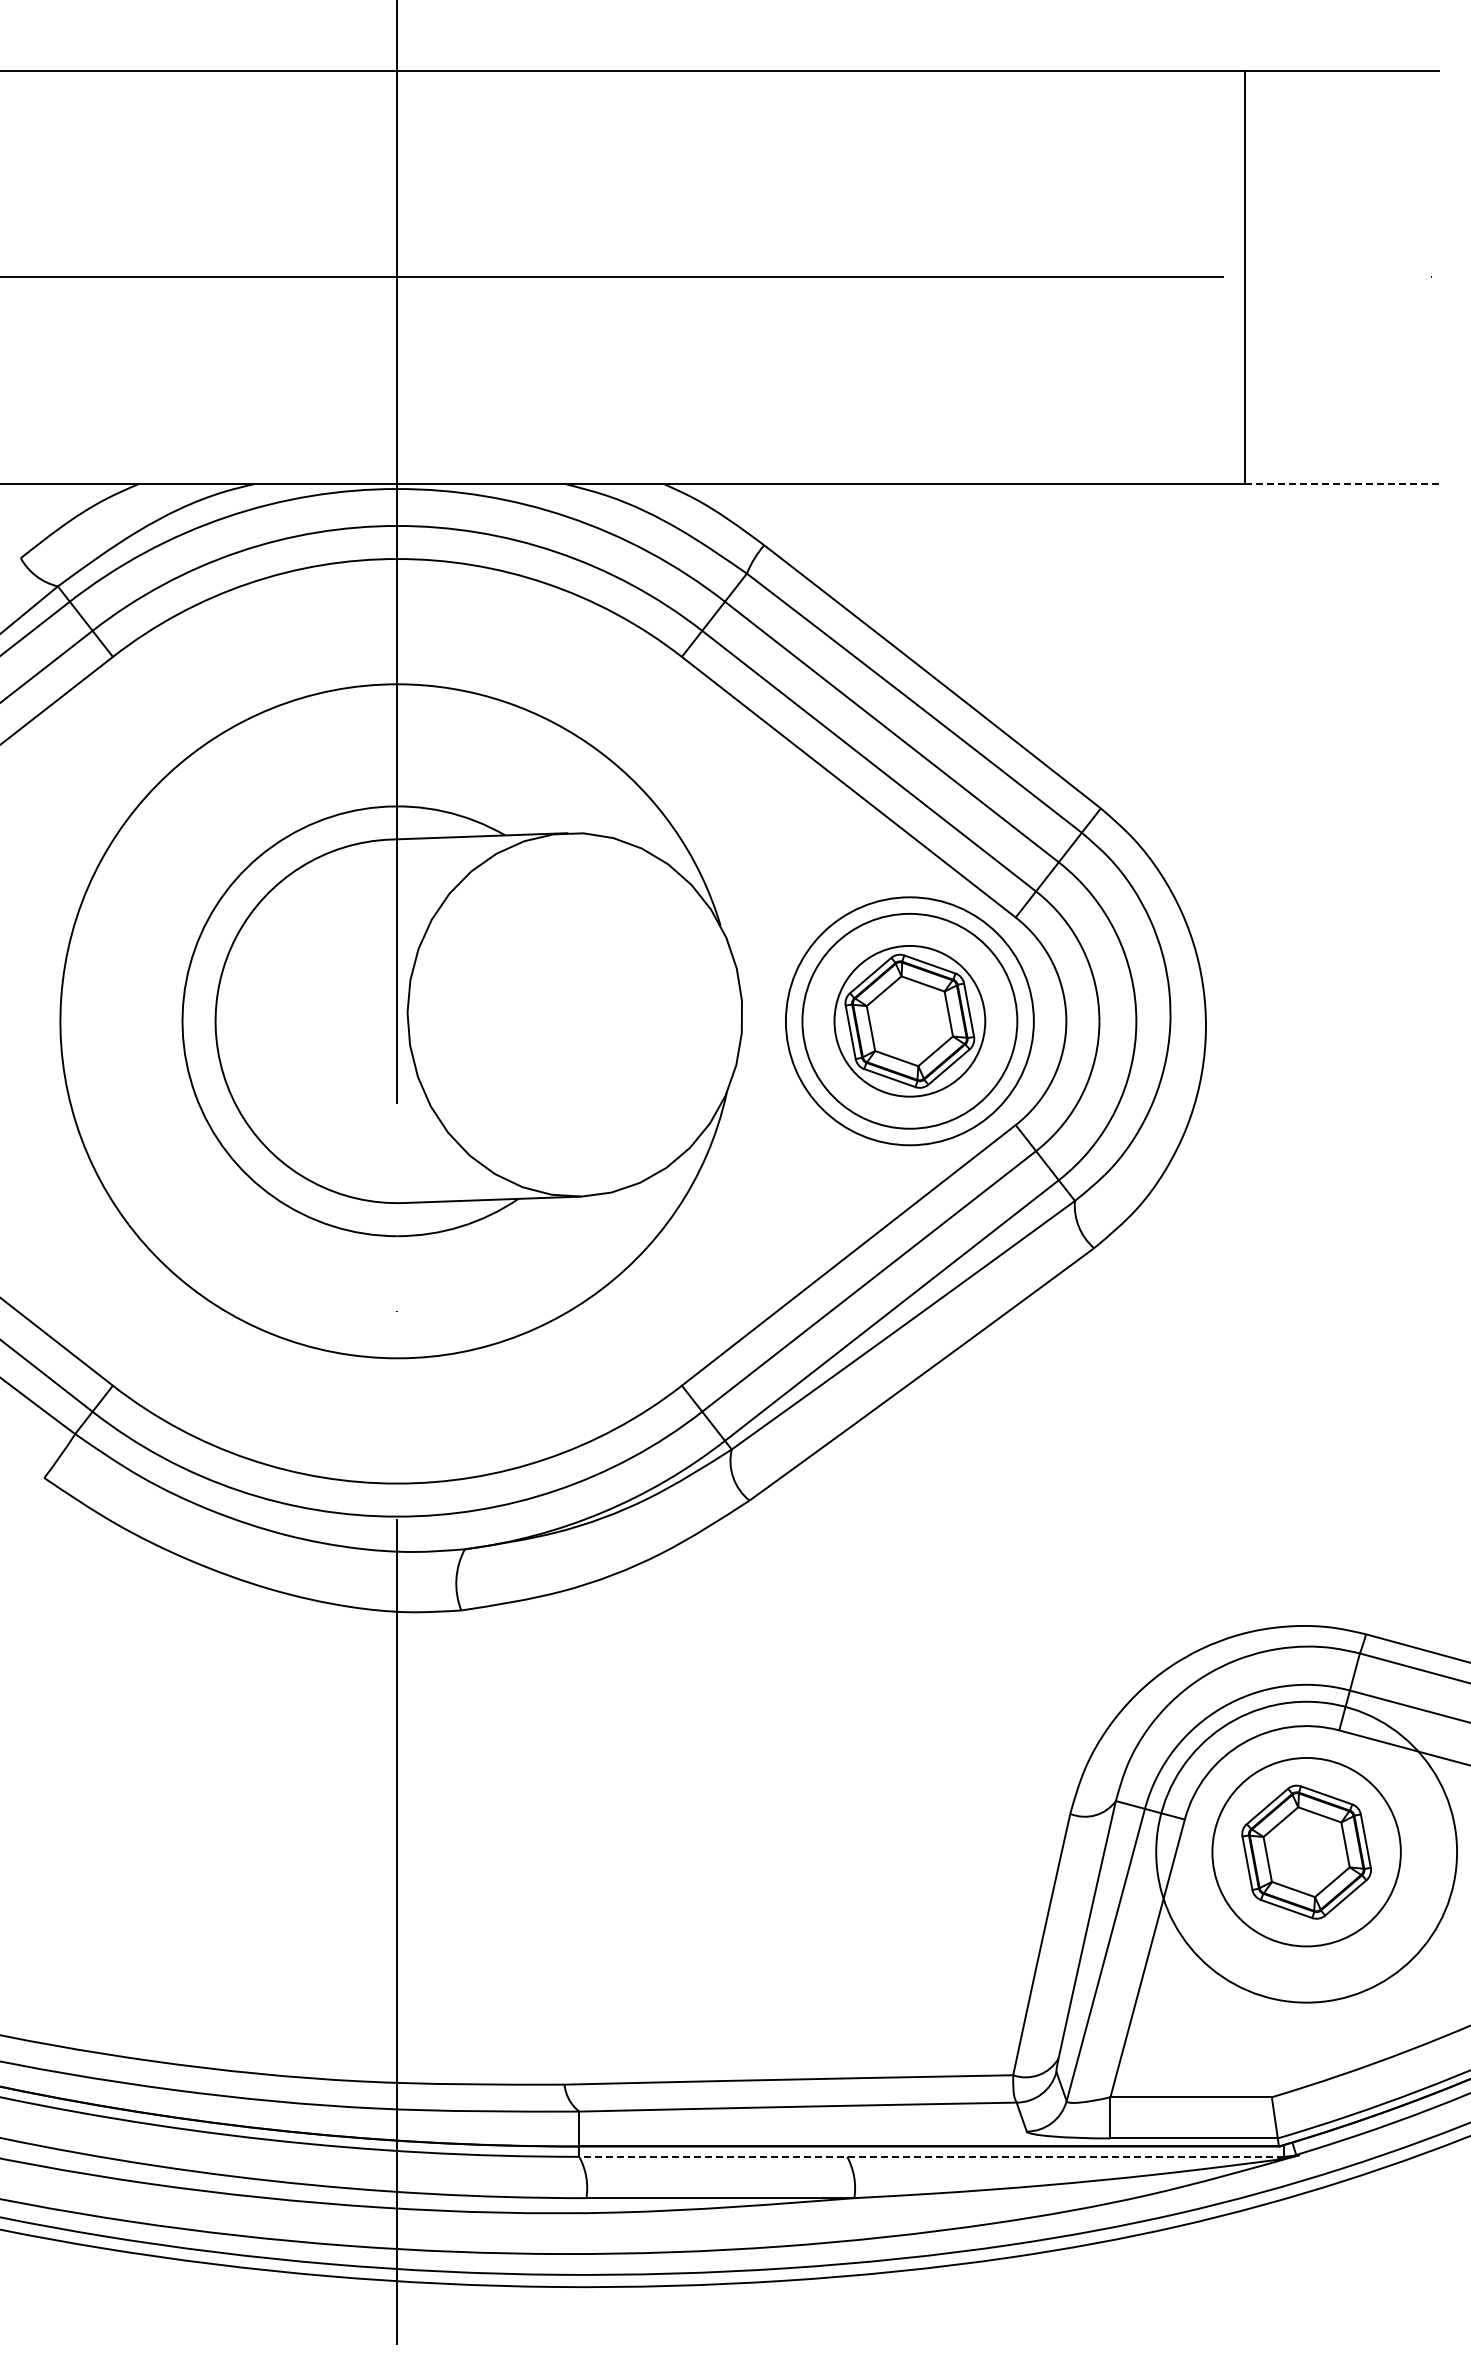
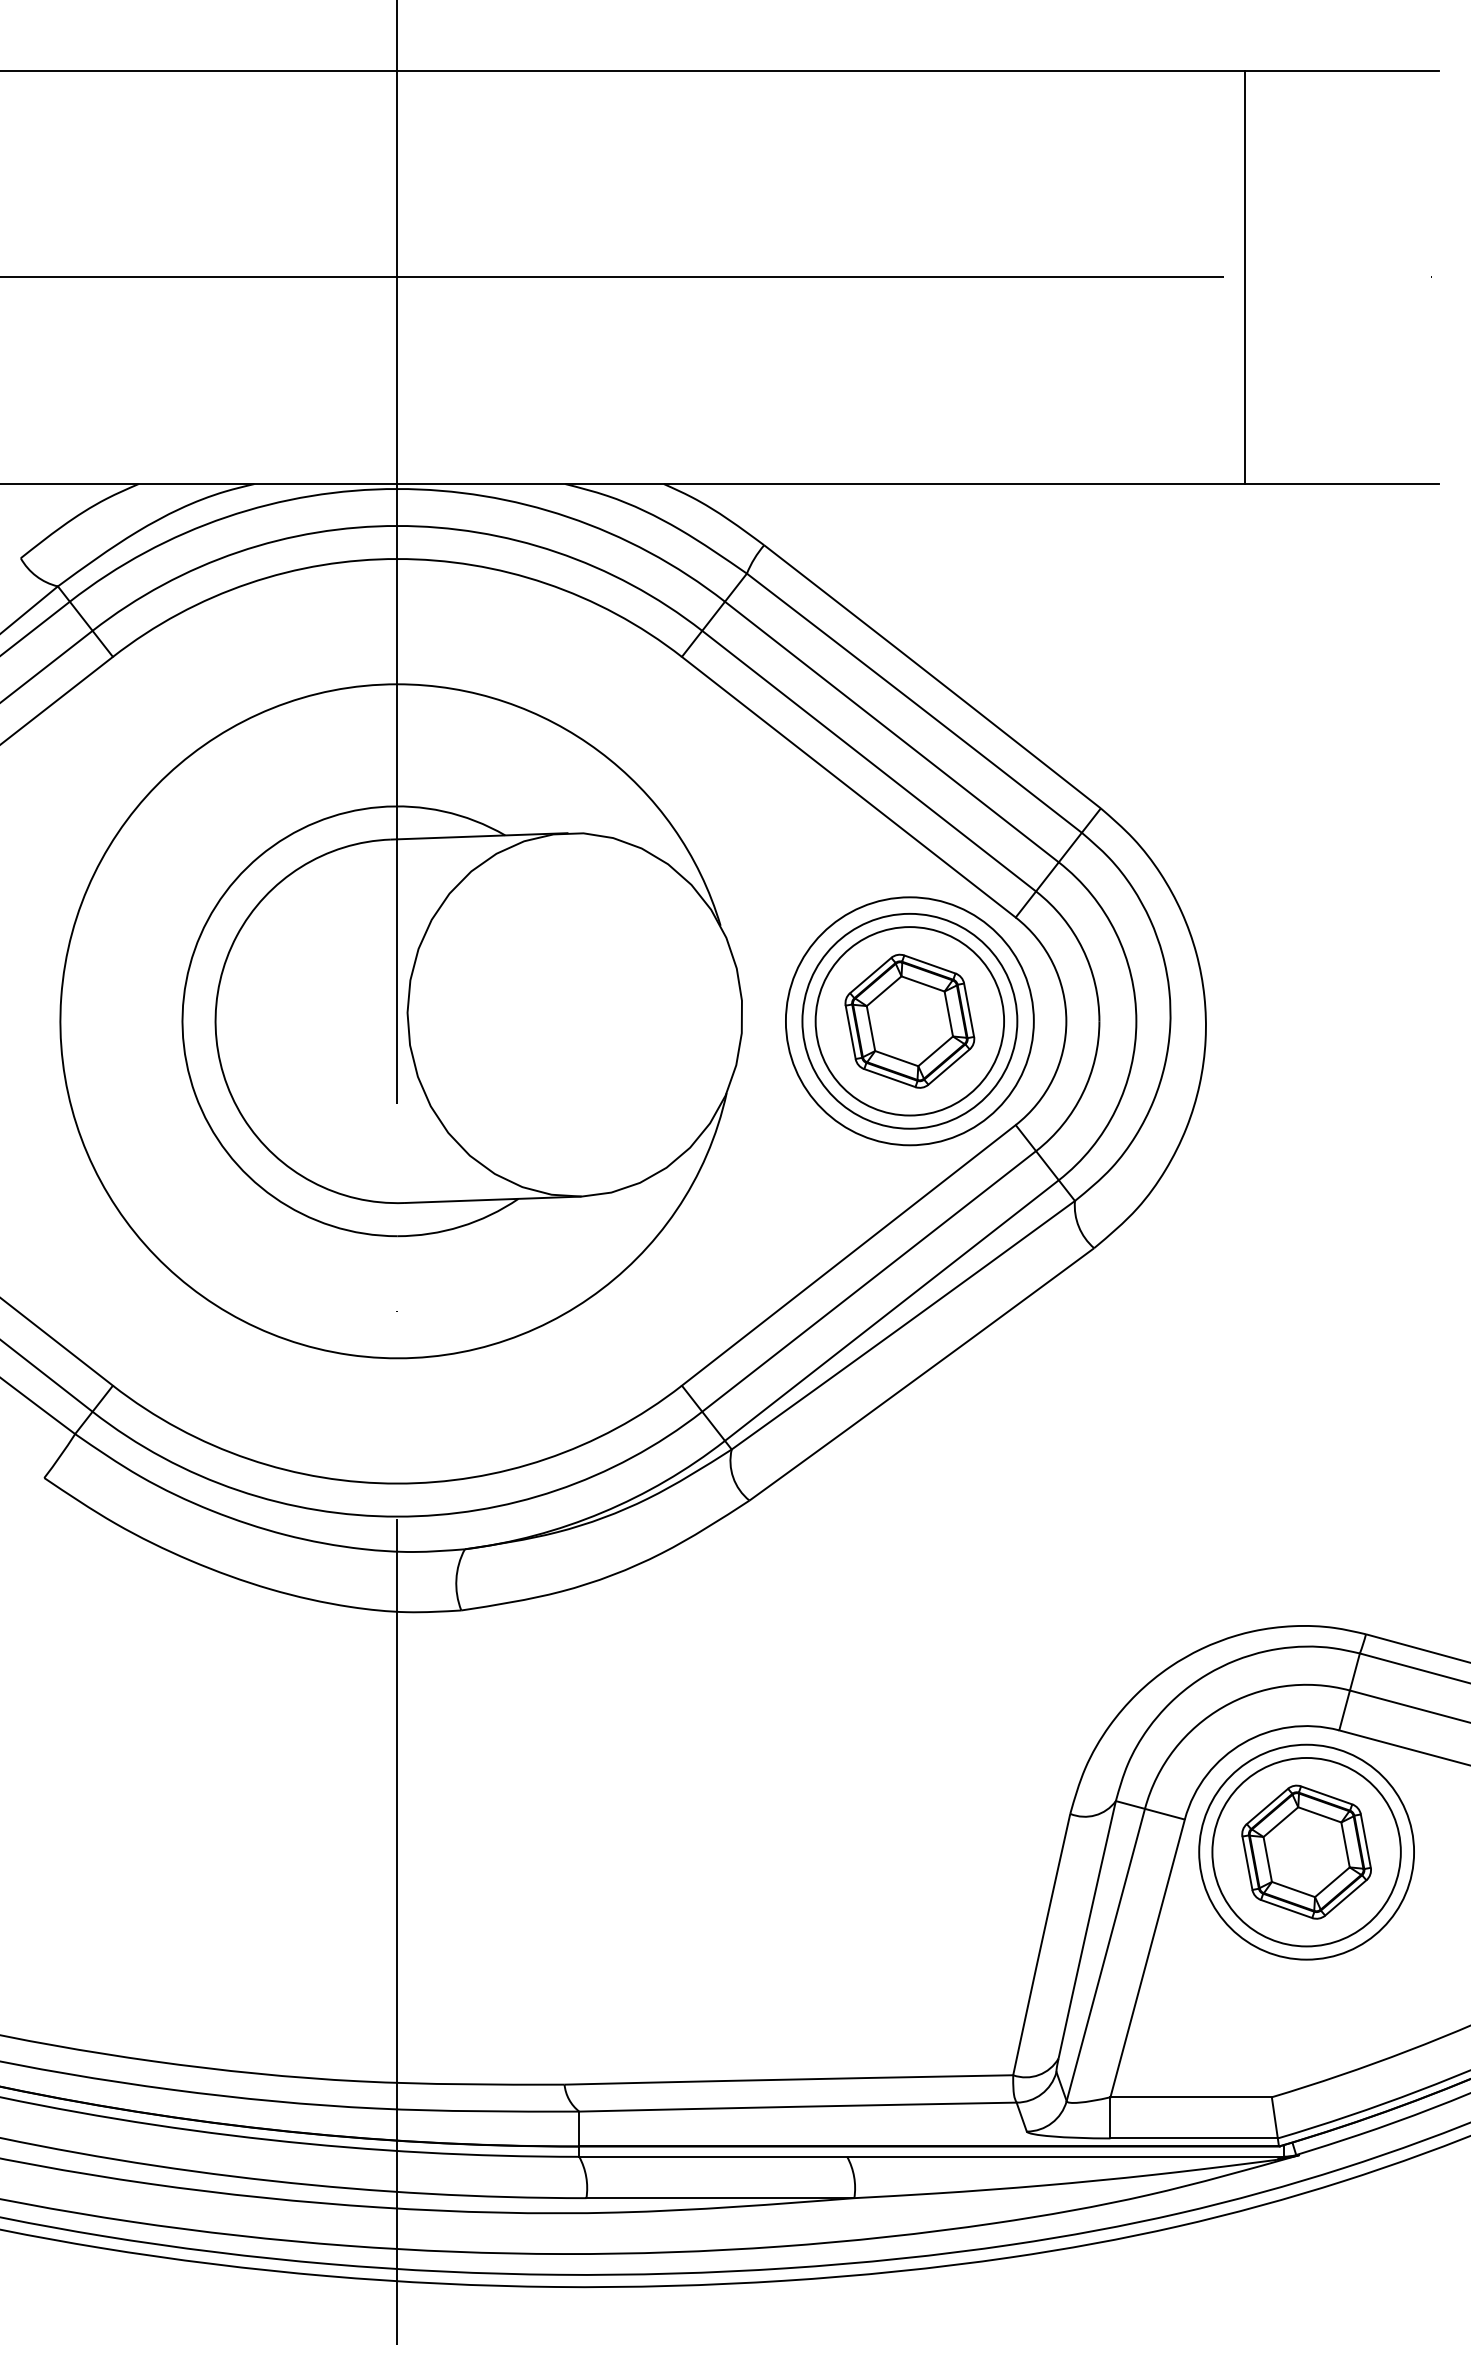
line at (1342, 484): dashed -> solid
circle at (909, 1020) diameter: 151 px -> 188 px
circle at (1306, 1851) diameter: 301 px -> 215 px
line at (931, 2156): dashed -> solid
